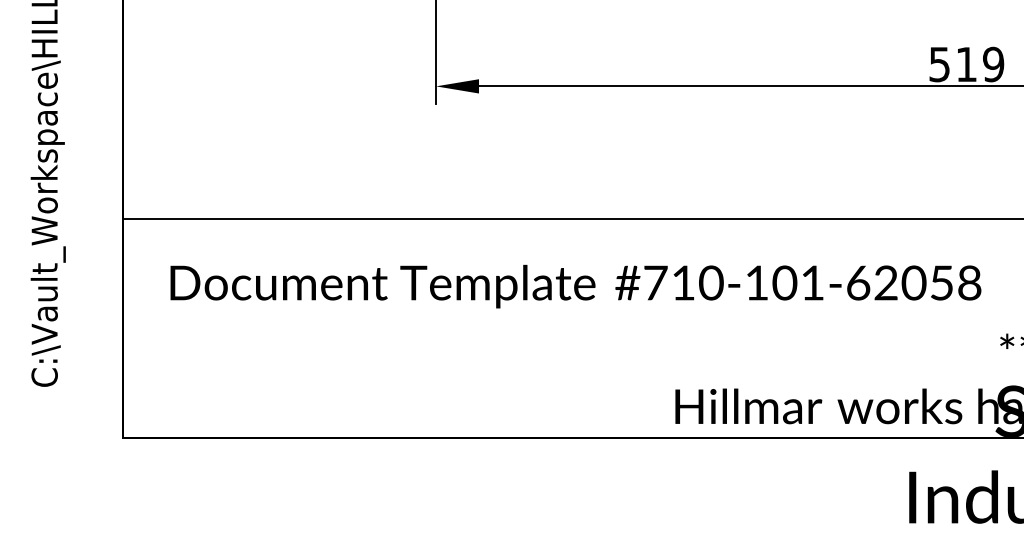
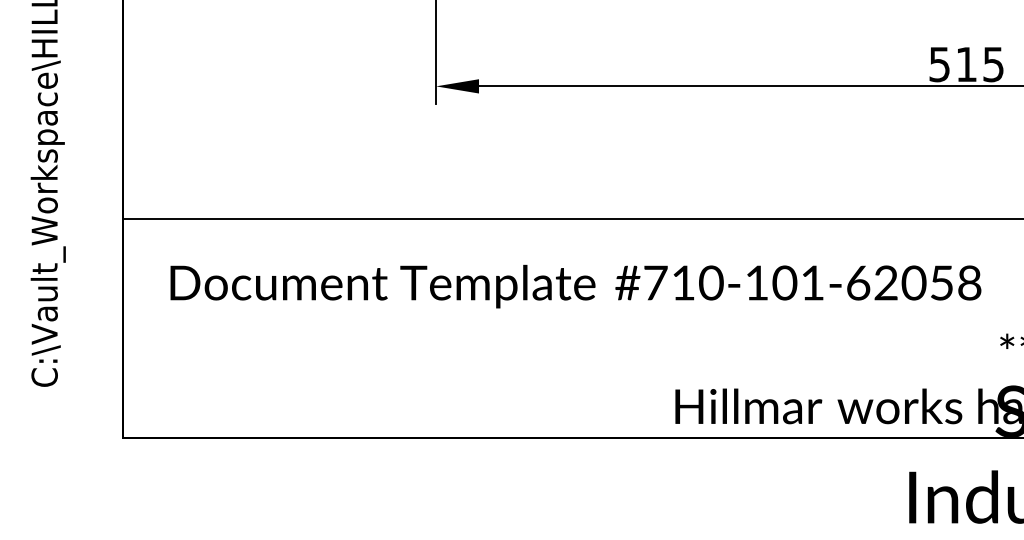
text at (993, 64): 519 -> 515
